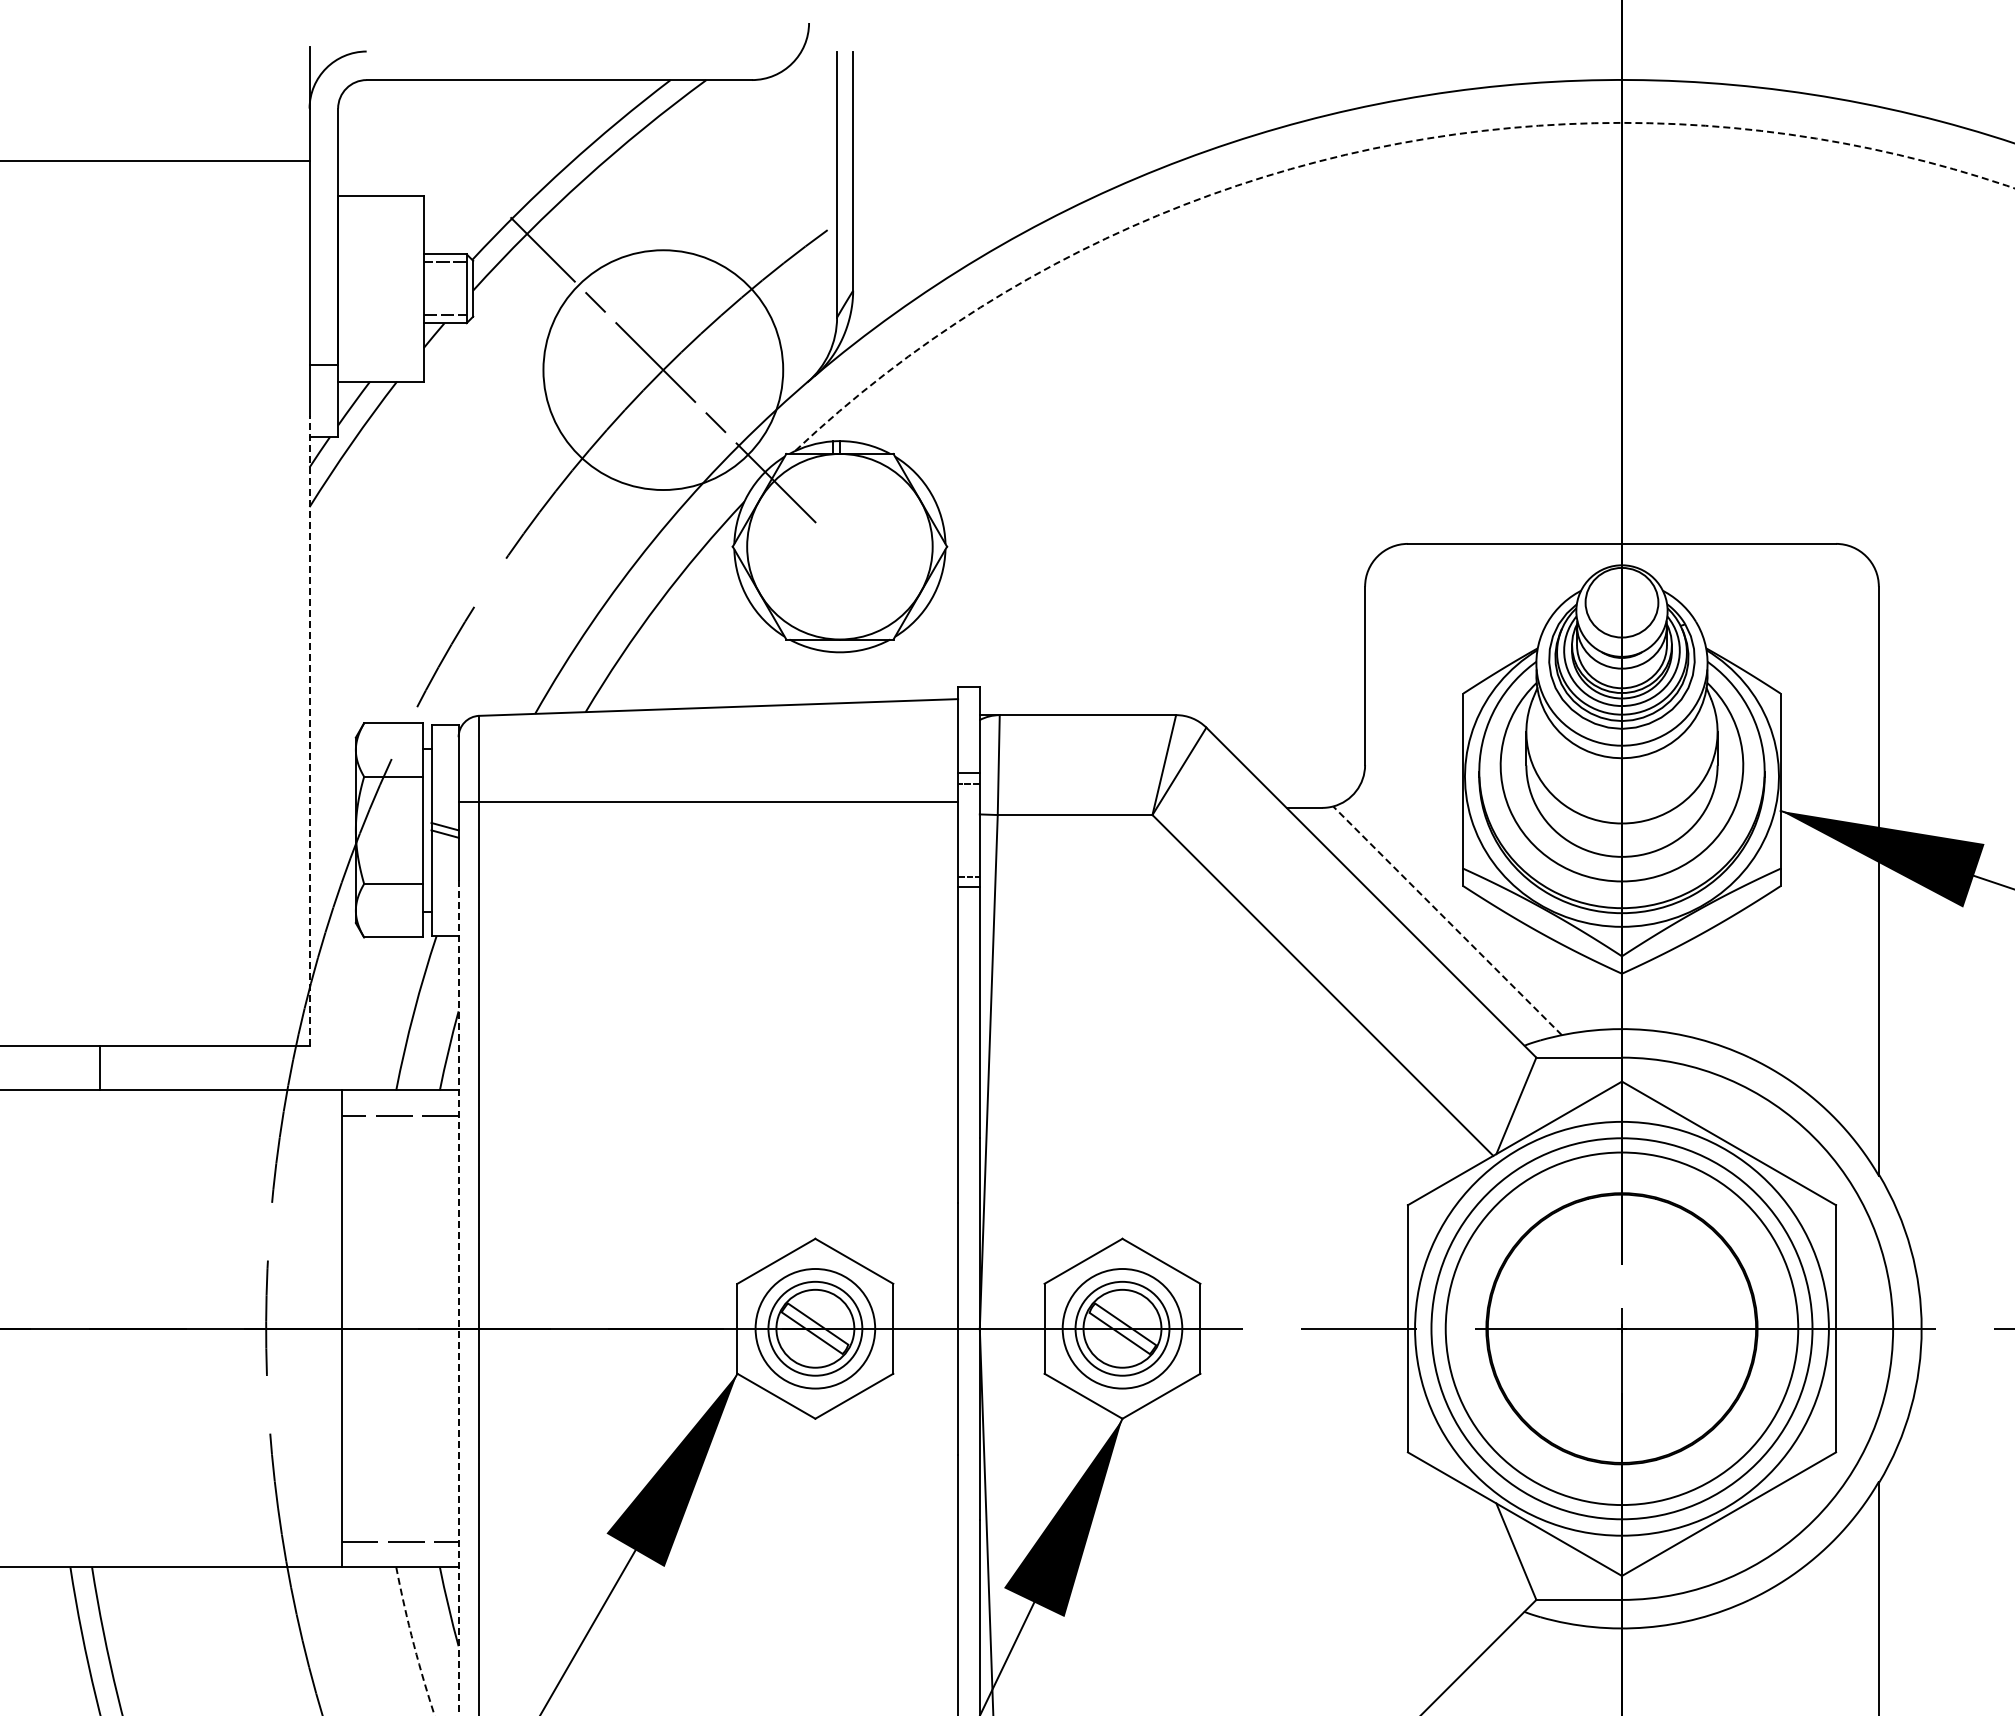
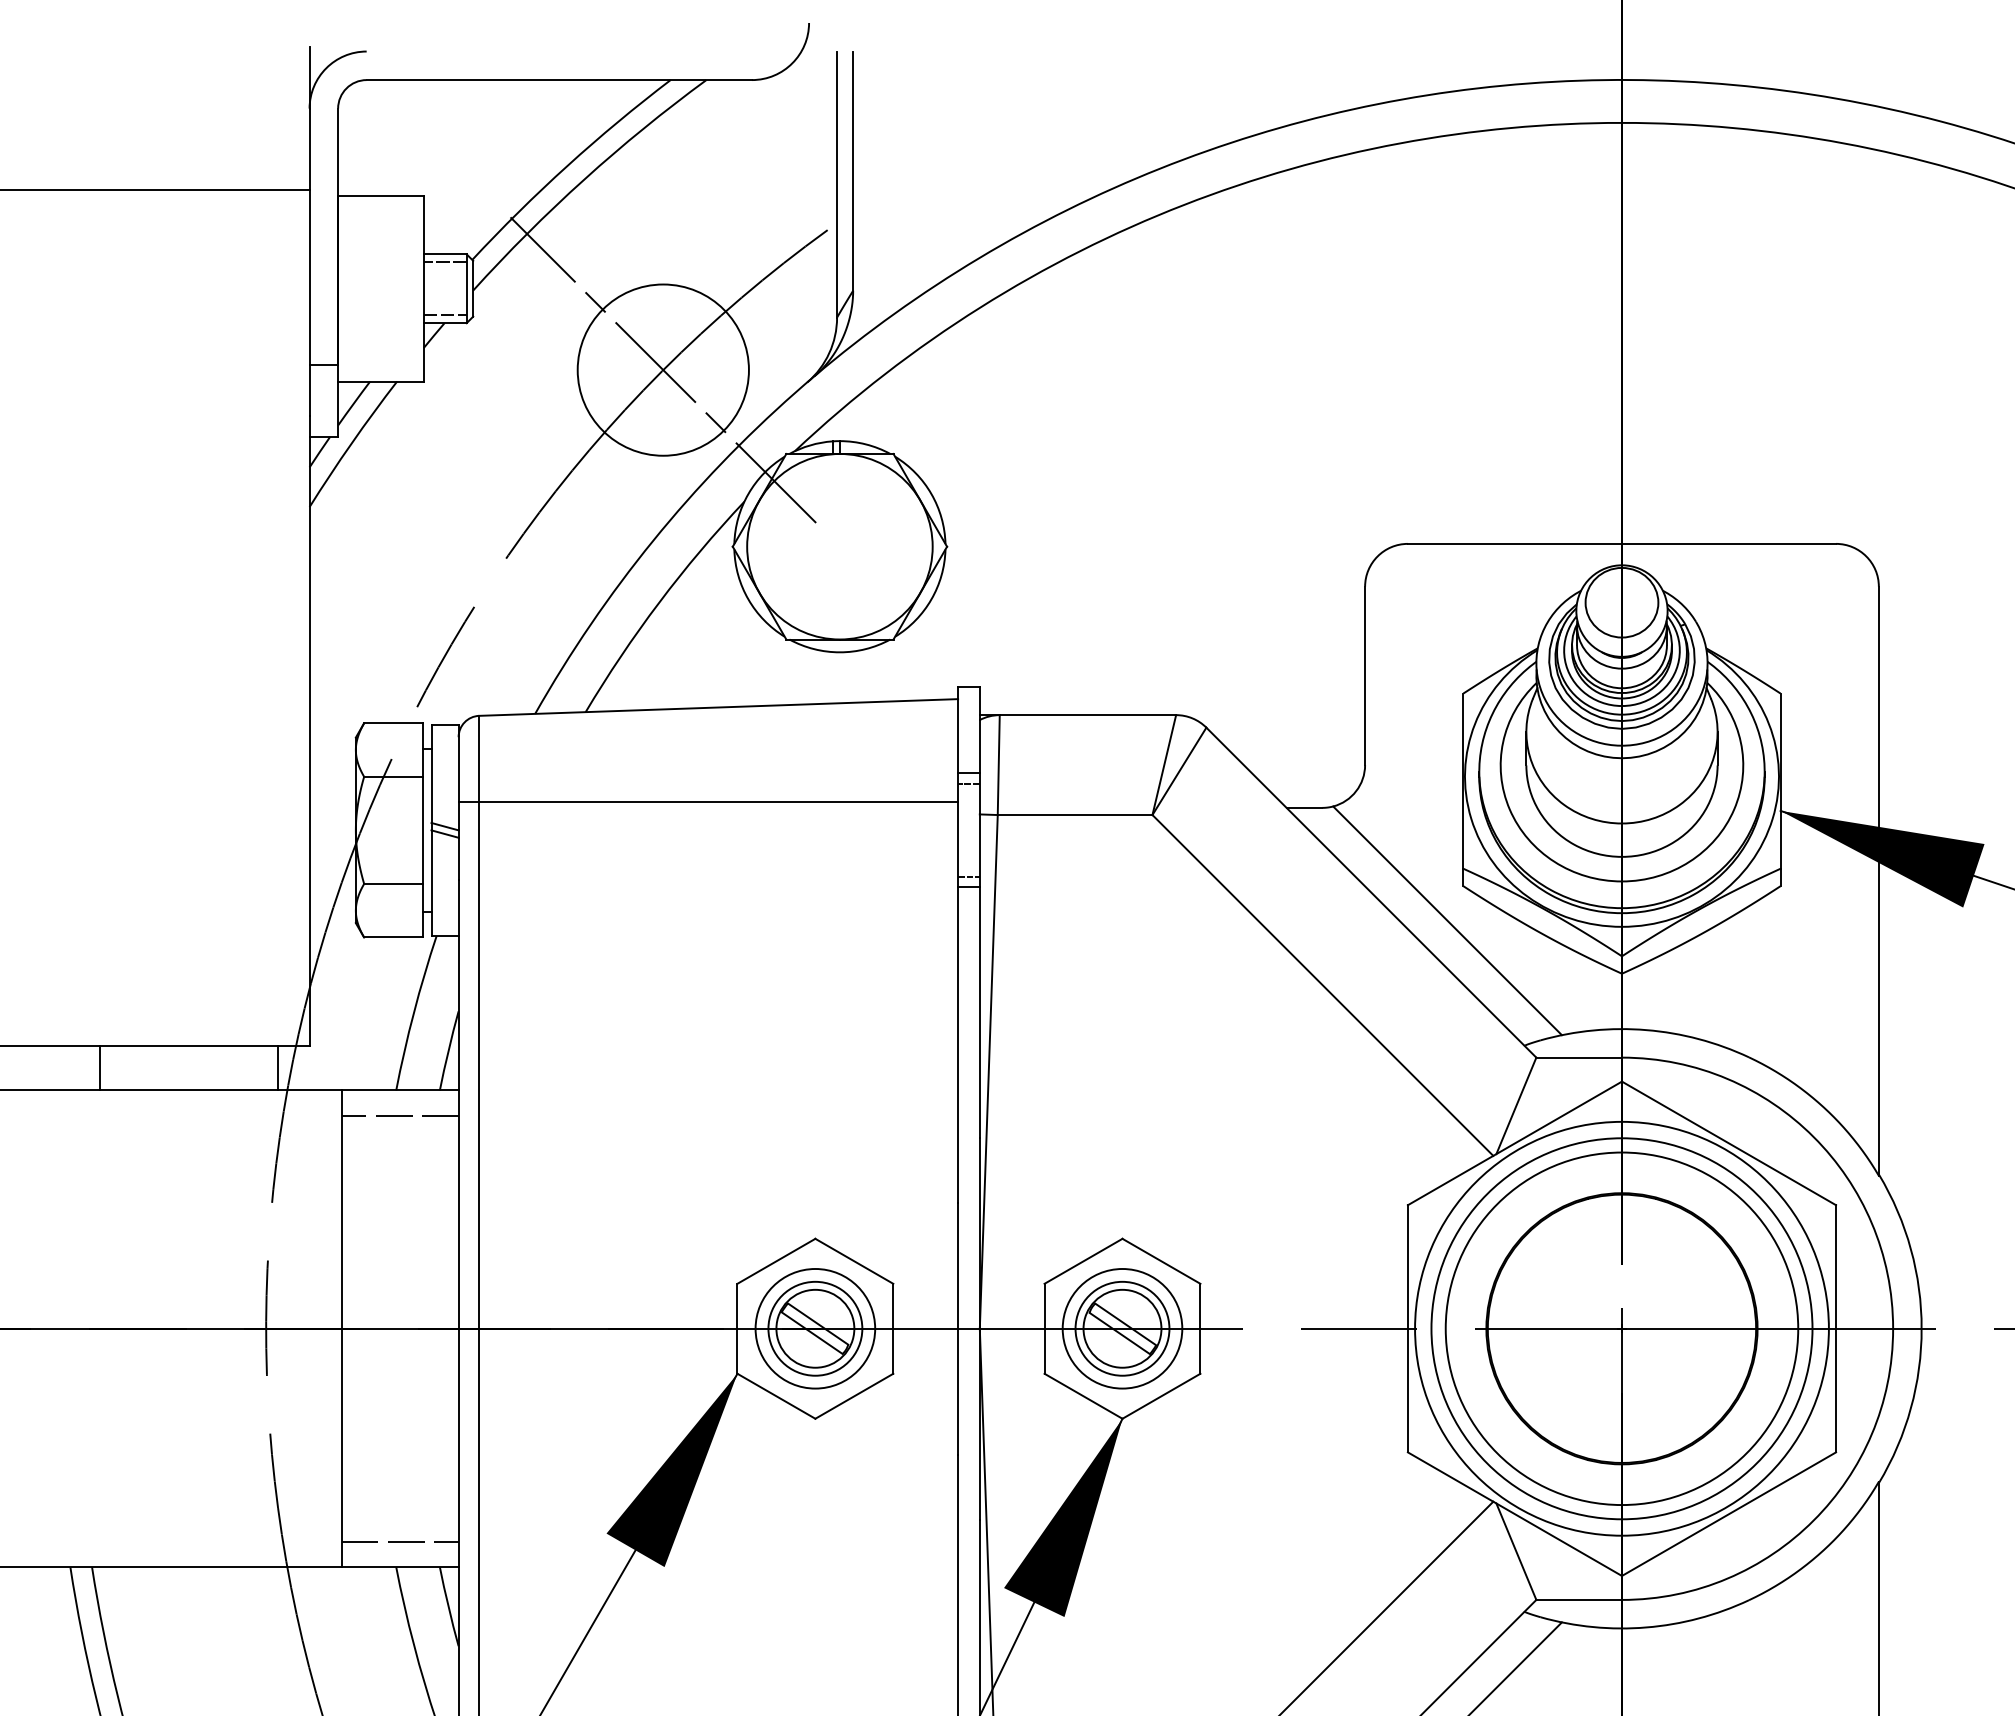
arc at (1364, 150): dashed -> solid
line at (155, 160) position: (155, 160) -> (155, 189)
circle at (663, 370) diameter: 240 px -> 171 px
line at (309, 731): dashed -> solid
line at (1447, 920): dashed -> solid
line at (278, 1068): none -> present
line at (458, 1297): dashed -> solid
line at (1387, 1606): none -> present
arc at (413, 1643): dashed -> solid
line at (1516, 1667): none -> present
